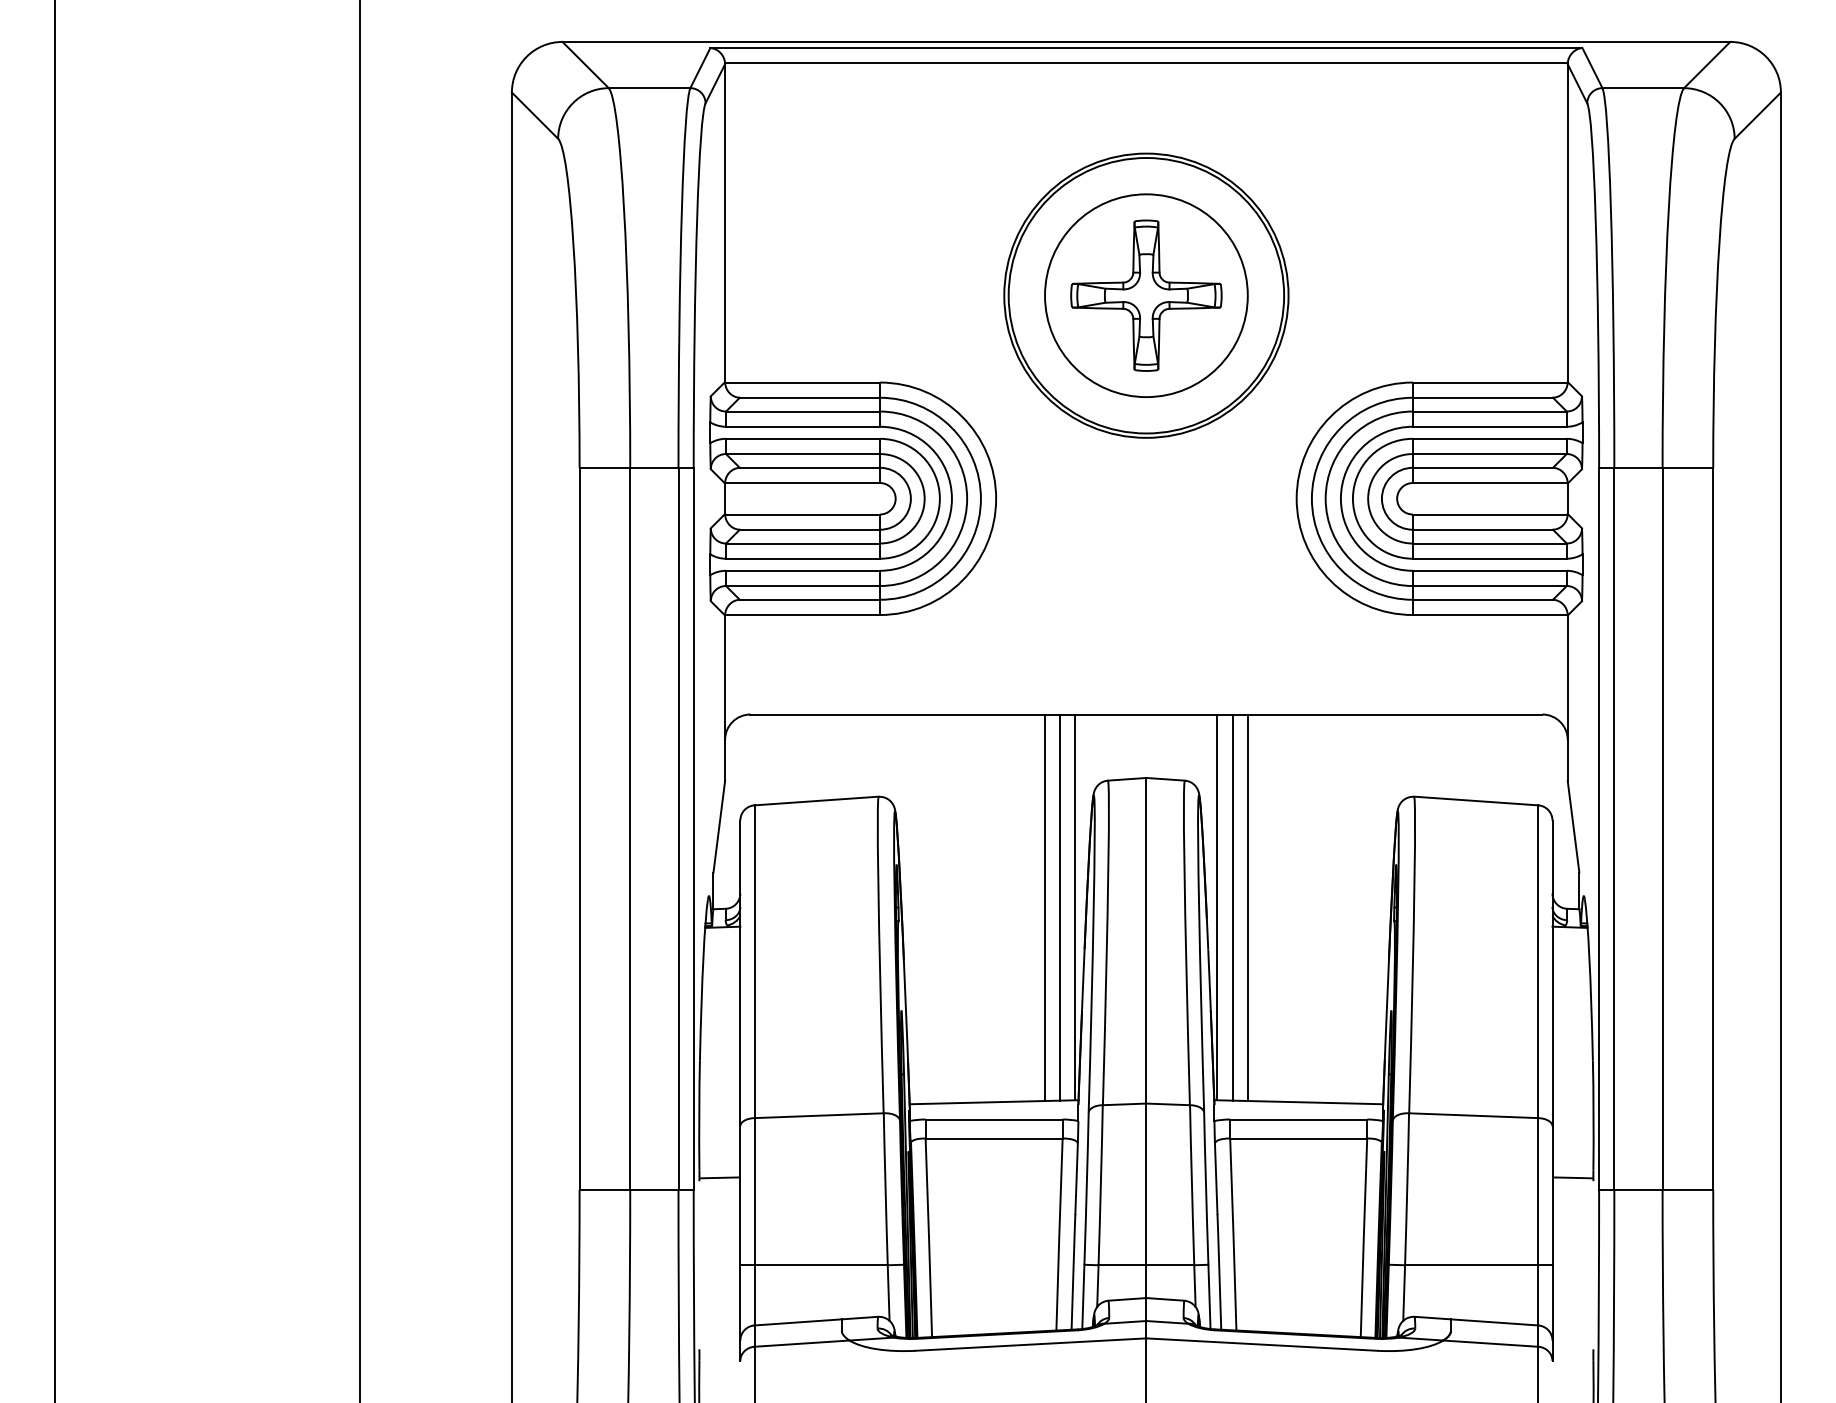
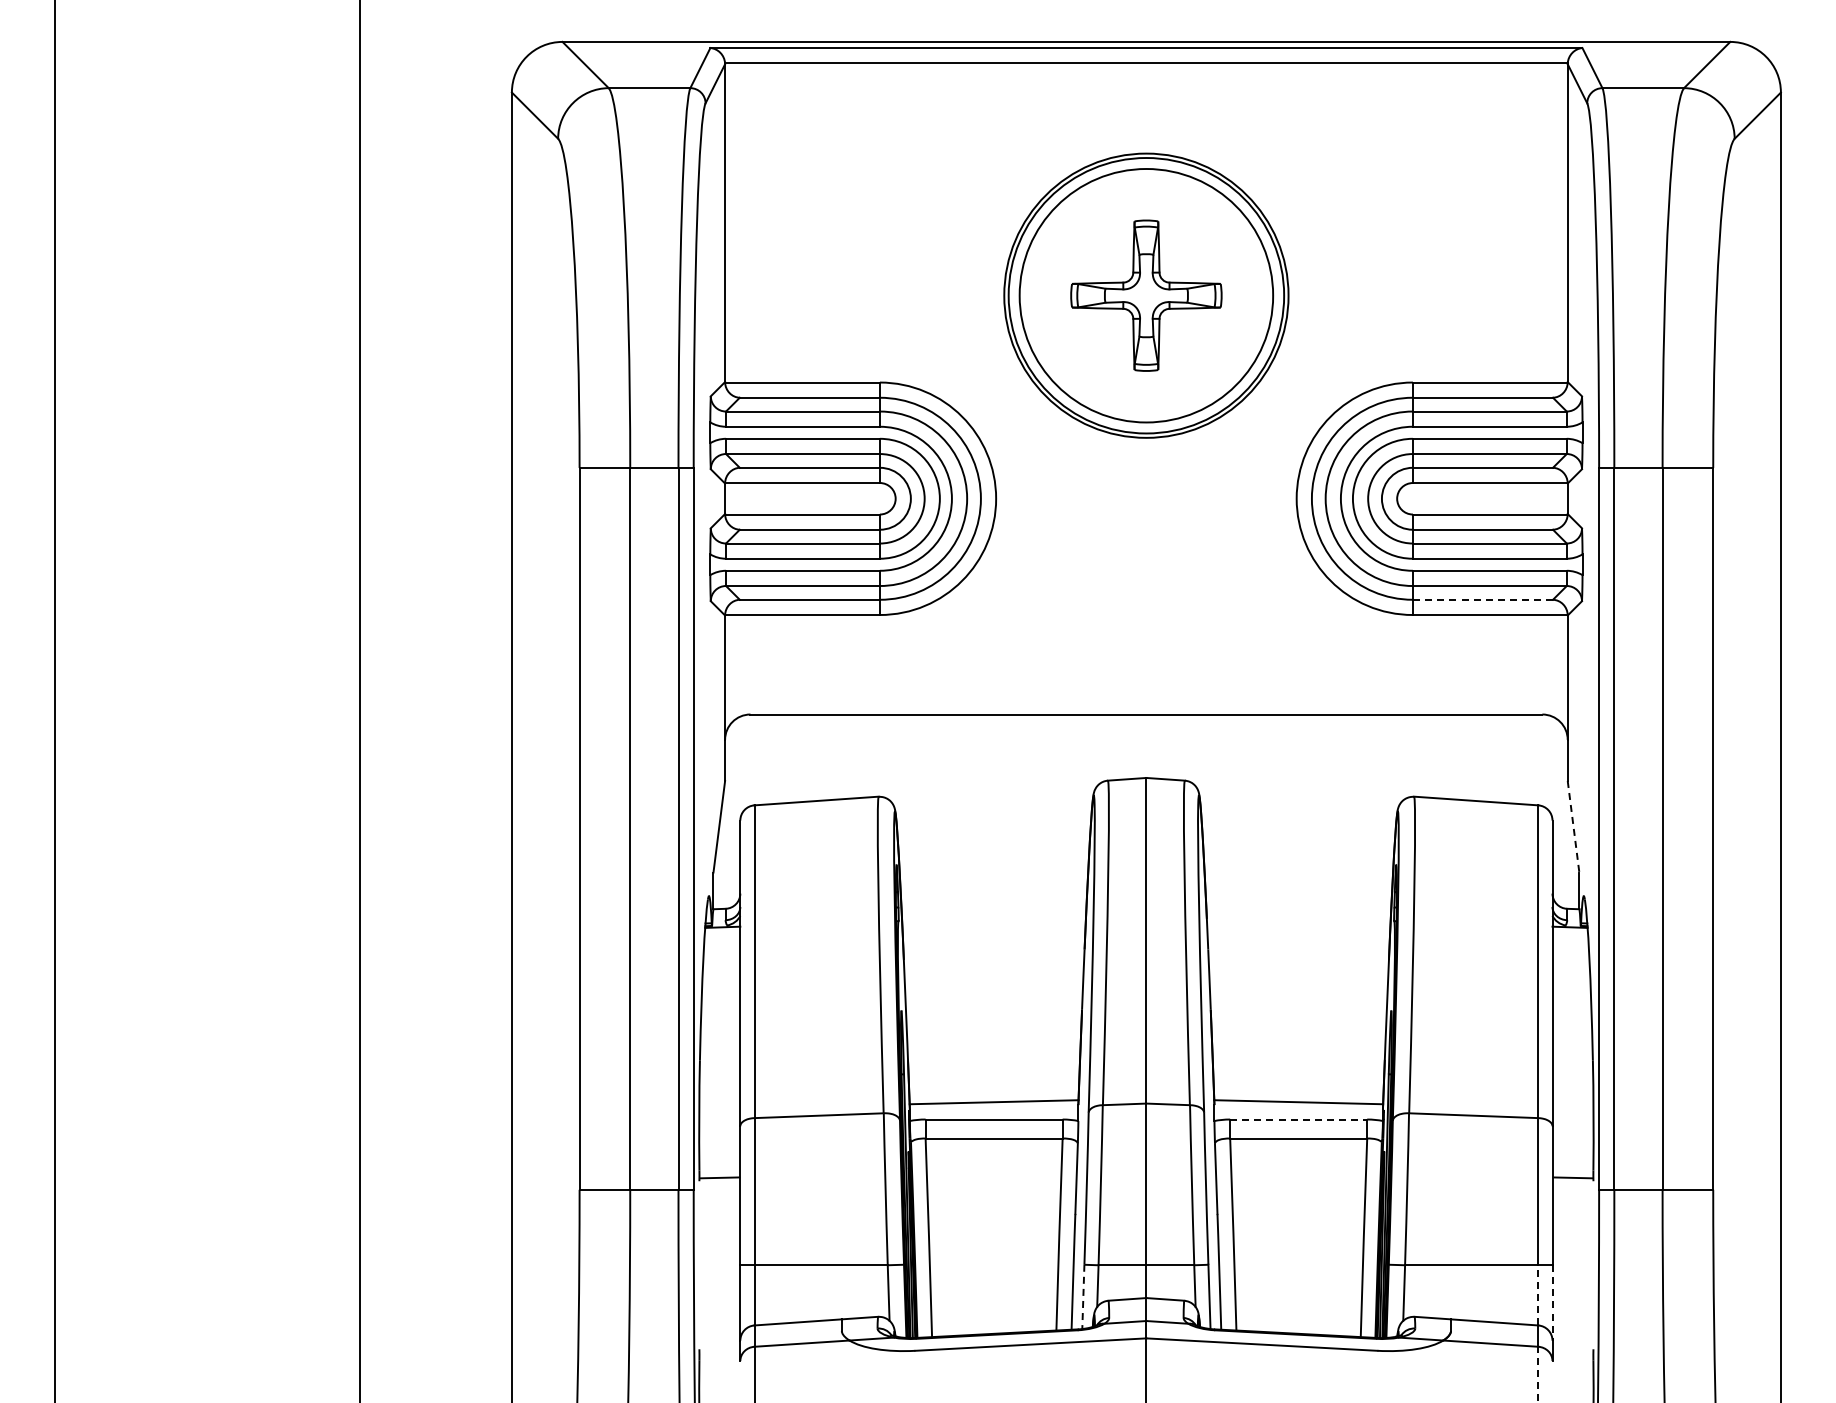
circle at (1146, 295) diameter: 203 px -> 253 px
line at (1482, 599): solid -> dashed
line at (1573, 827): solid -> dashed
line at (1044, 907): present -> none
line at (1060, 907): present -> none
line at (1075, 907): present -> none
line at (1217, 907): present -> none
line at (1232, 907): present -> none
line at (1247, 907): present -> none
line at (1298, 1119): solid -> dashed
line at (1538, 1294): solid -> dashed
line at (1083, 1297): solid -> dashed
line at (1552, 1302): solid -> dashed
line at (1538, 1374): solid -> dashed
